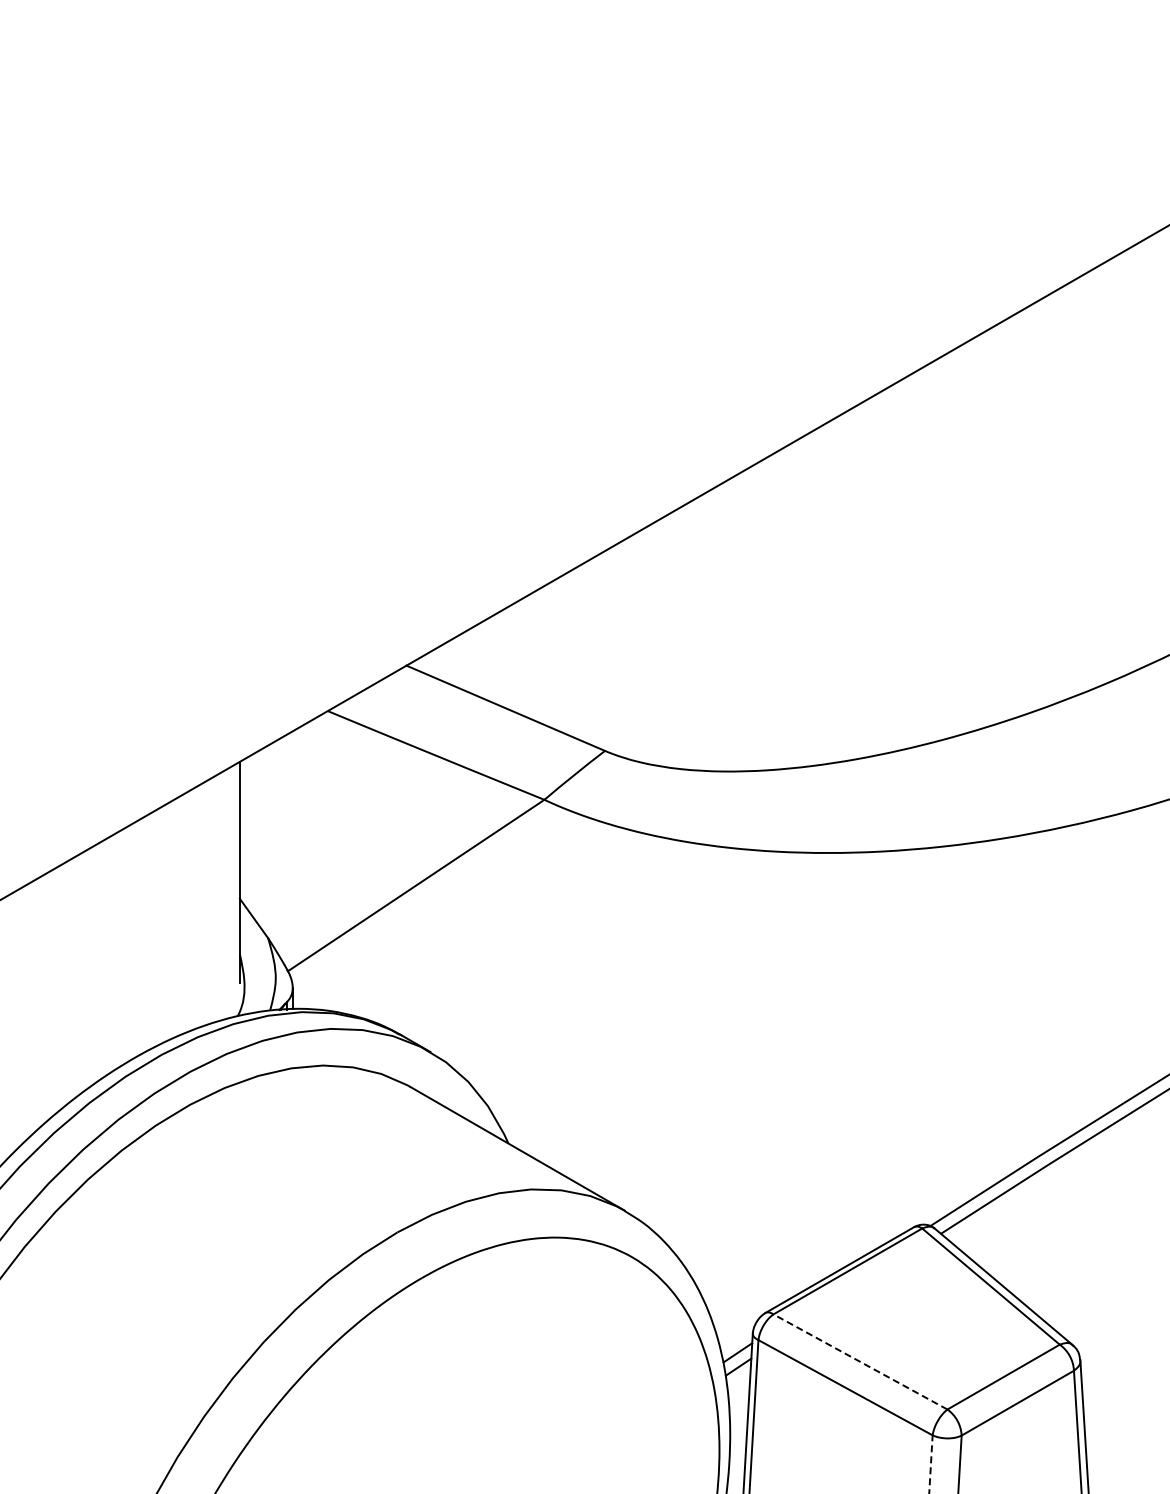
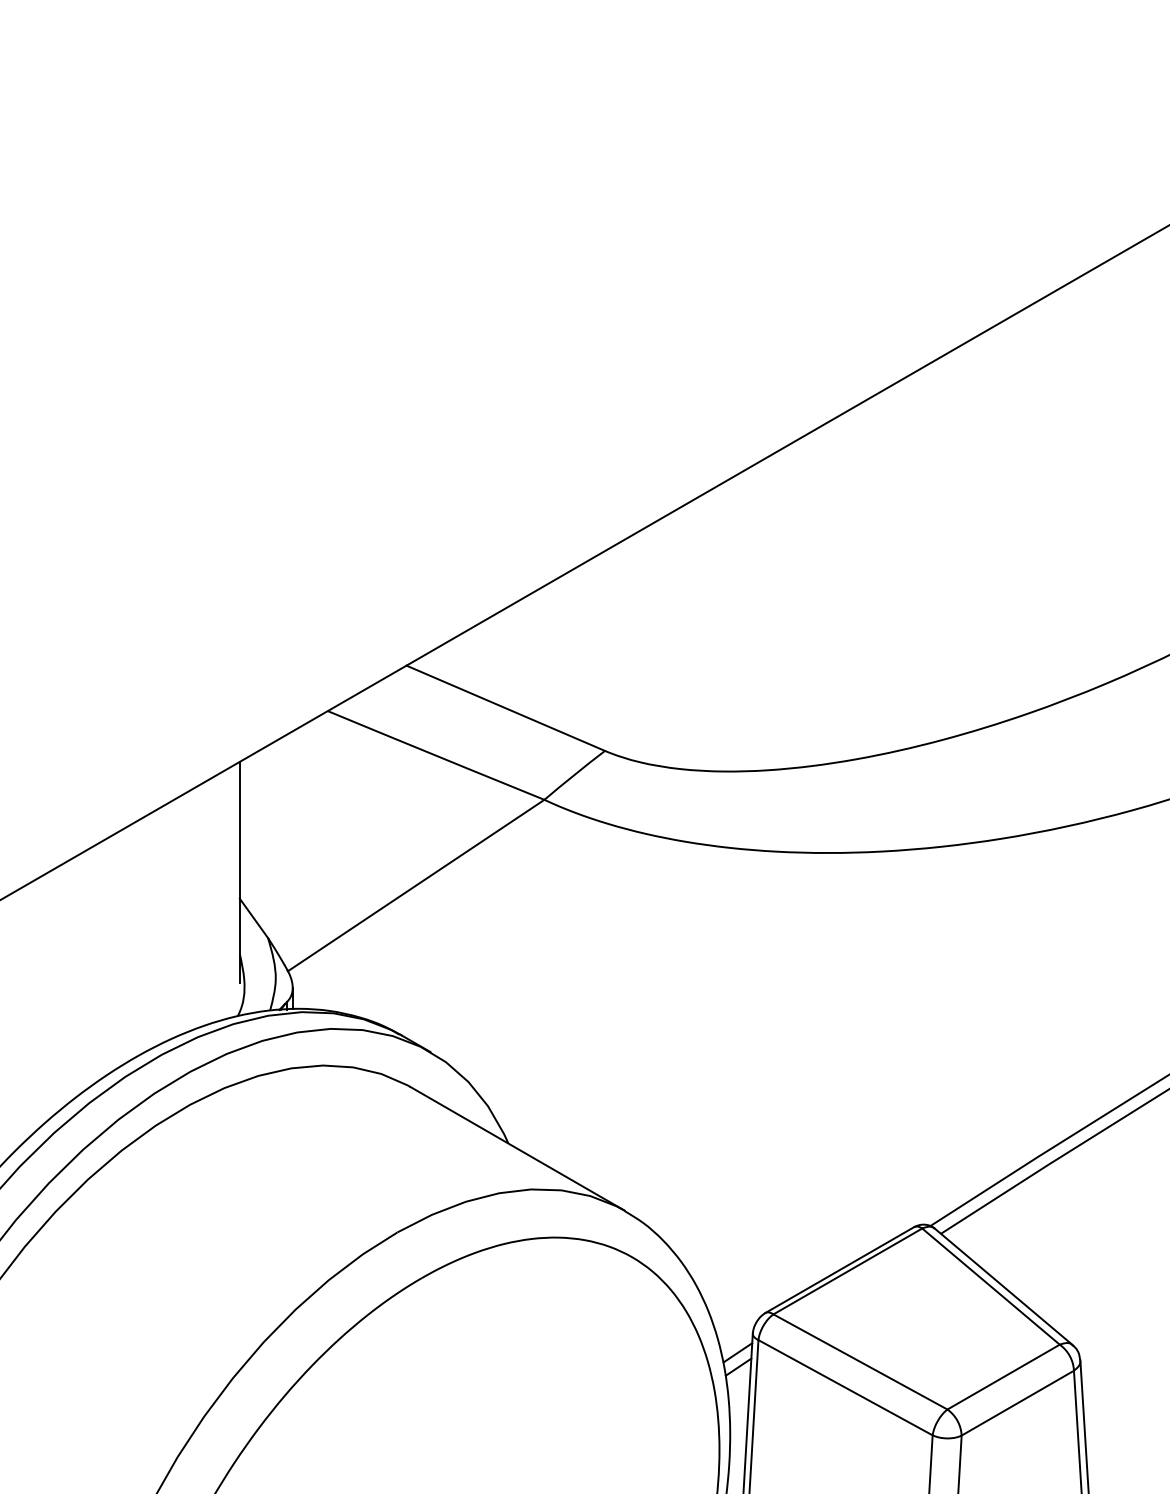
line at (860, 1361): dashed -> solid
line at (930, 1464): dashed -> solid
